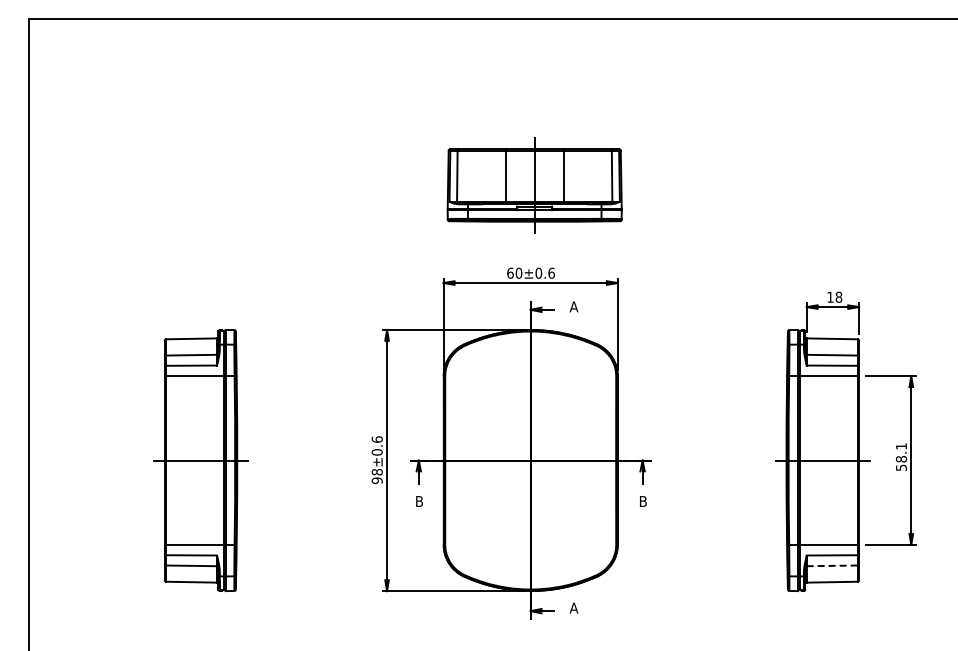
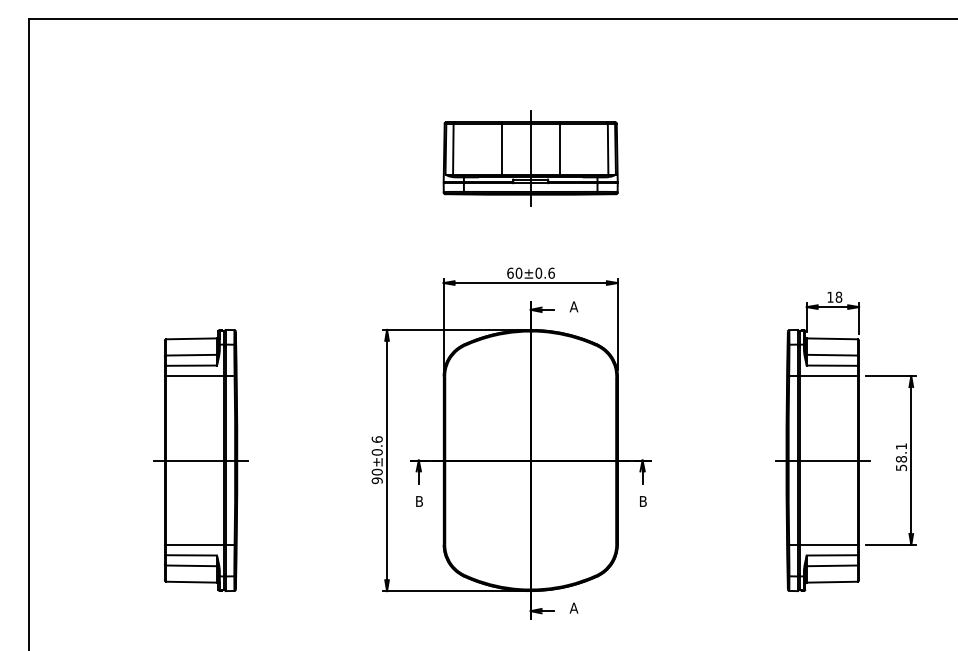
part at (534, 185) position: (534, 185) -> (530, 158)
text at (377, 471): 98±0.6 -> 90±0.6
line at (831, 565): dashed -> solid
